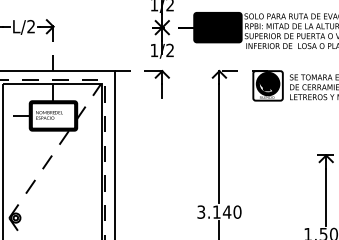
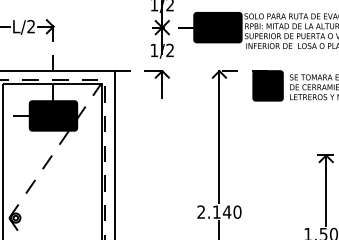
fill at (267, 85): none -> present
fill at (53, 115): none -> present
text at (201, 211): 3.140 -> 2.140
